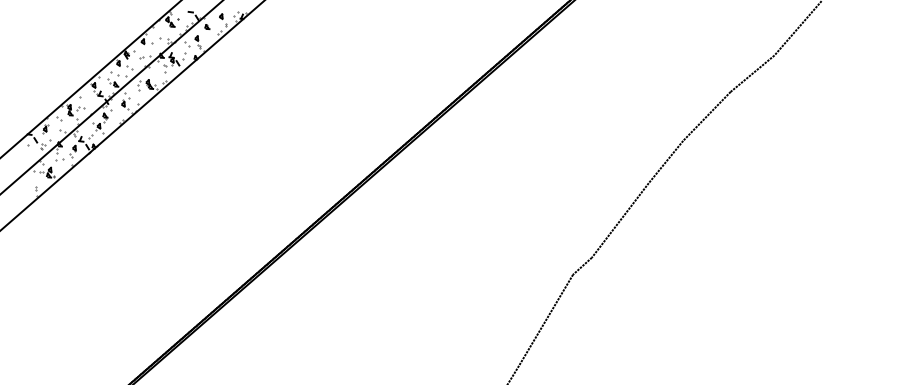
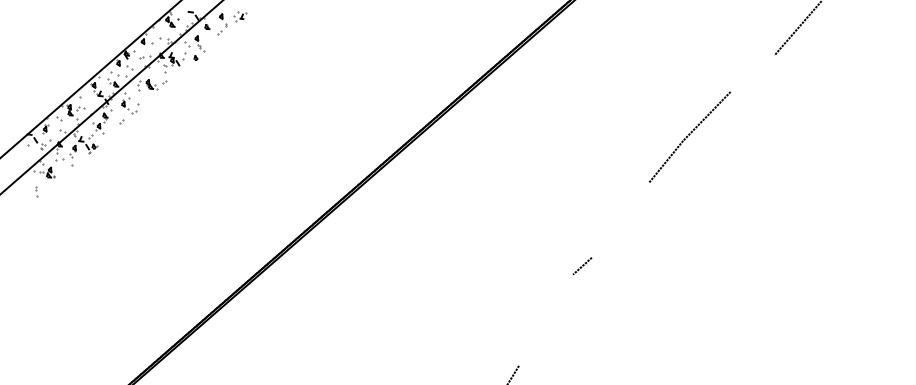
line at (752, 73): present -> none
line at (132, 115): present -> none
line at (619, 220): present -> none
line at (546, 319): present -> none
